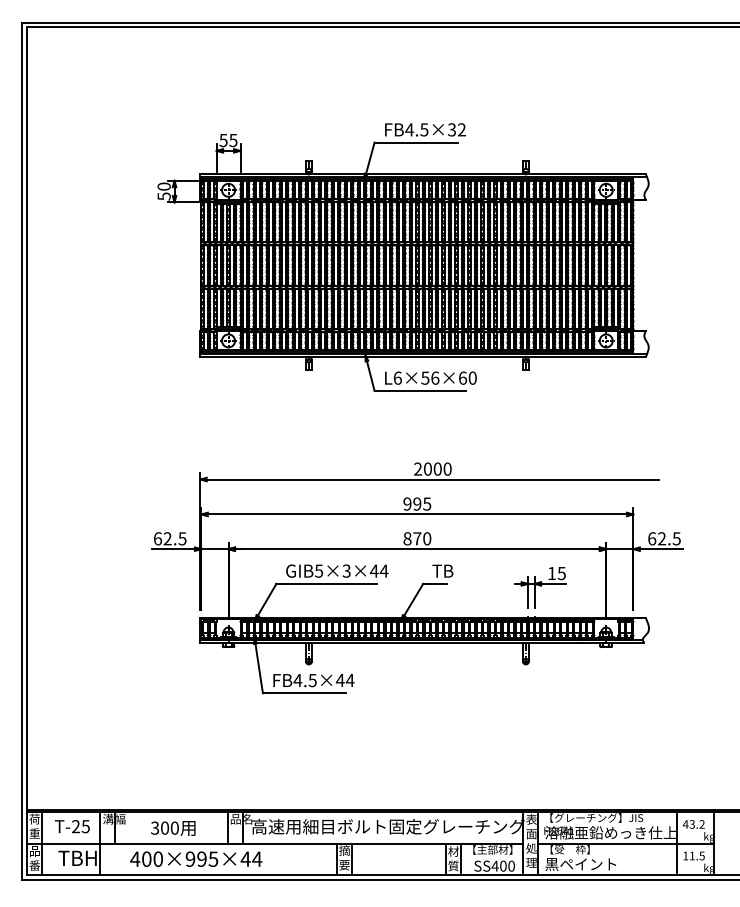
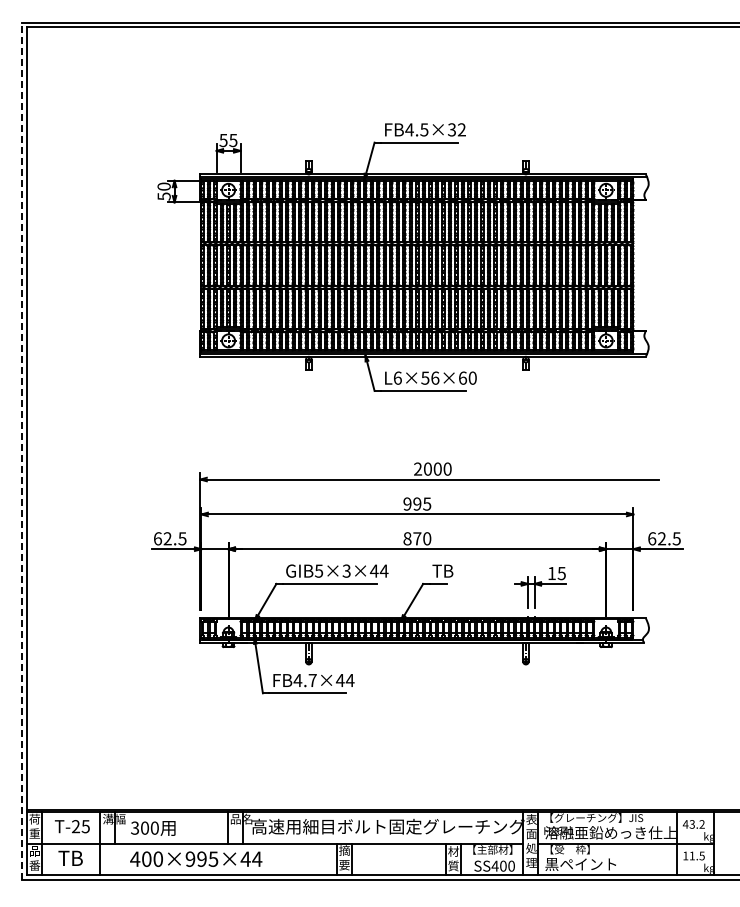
line at (22, 450): solid -> dashed
text at (312, 680): FB4.5×44 -> FB4.7×44
text at (173, 828) position: (173, 828) -> (153, 828)
text at (91, 857): TBH -> TB
